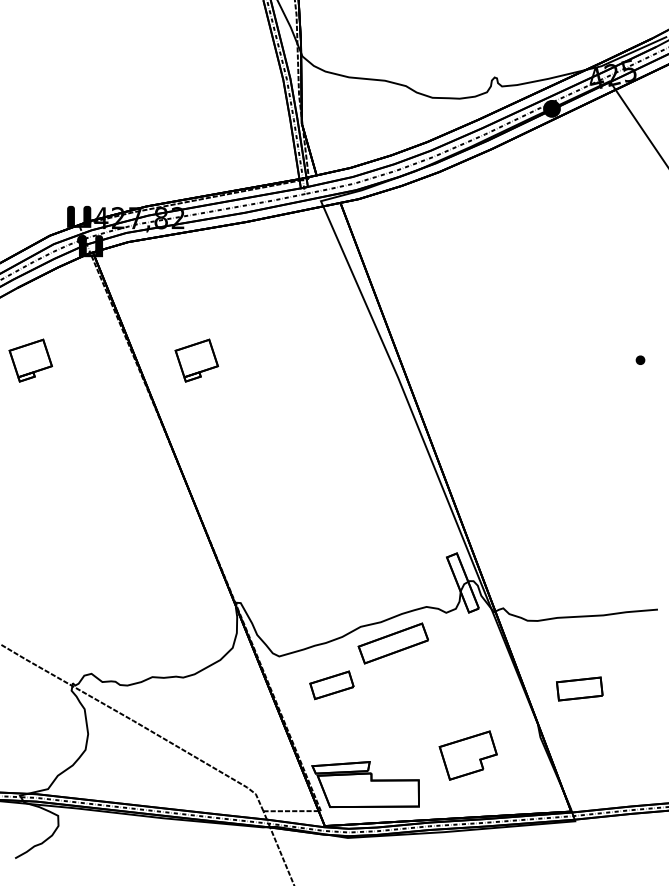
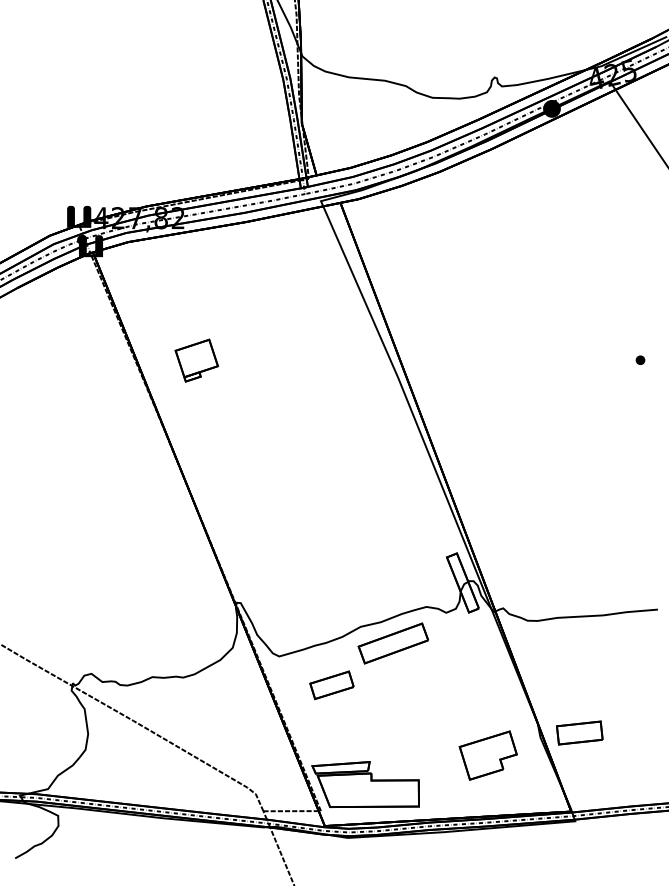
part at (30, 360): present -> none
part at (579, 688) position: (579, 688) -> (579, 732)
part at (467, 755) position: (467, 755) -> (487, 755)
